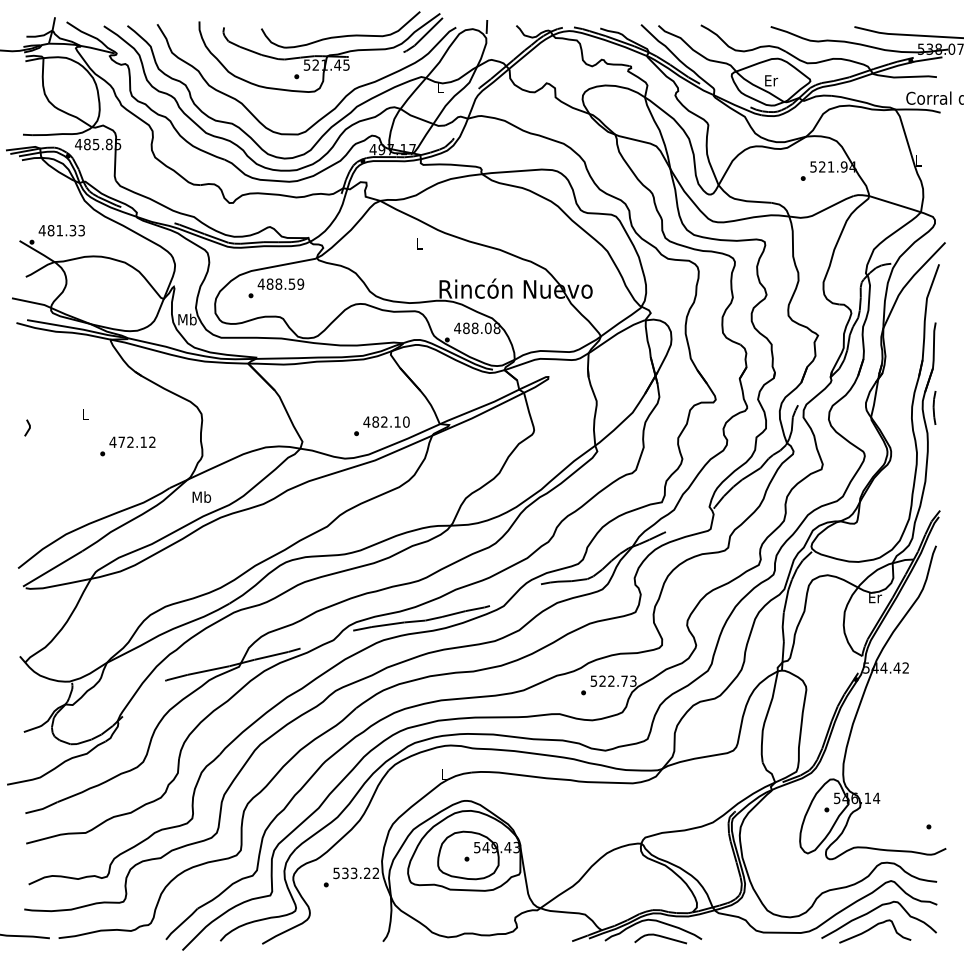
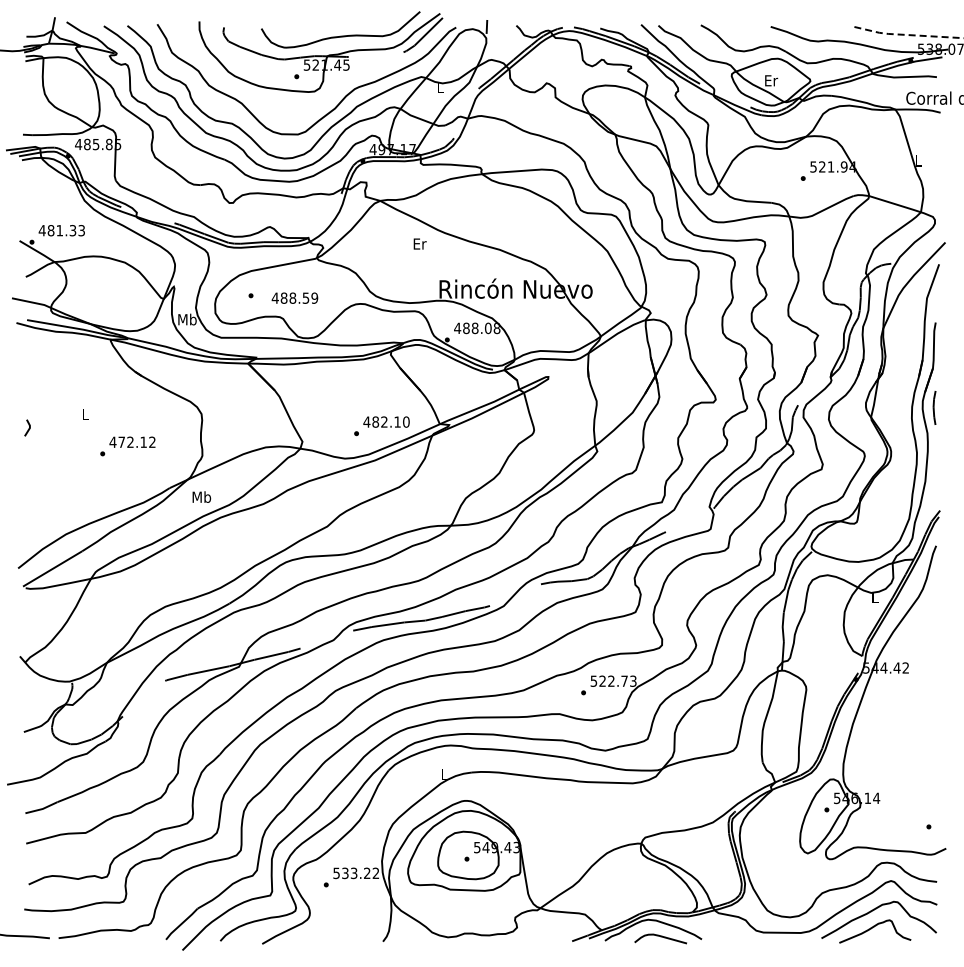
line at (907, 35): solid -> dashed
text at (419, 243): L -> Er
text at (280, 283) position: (280, 283) -> (294, 297)
text at (875, 598): Er -> L
